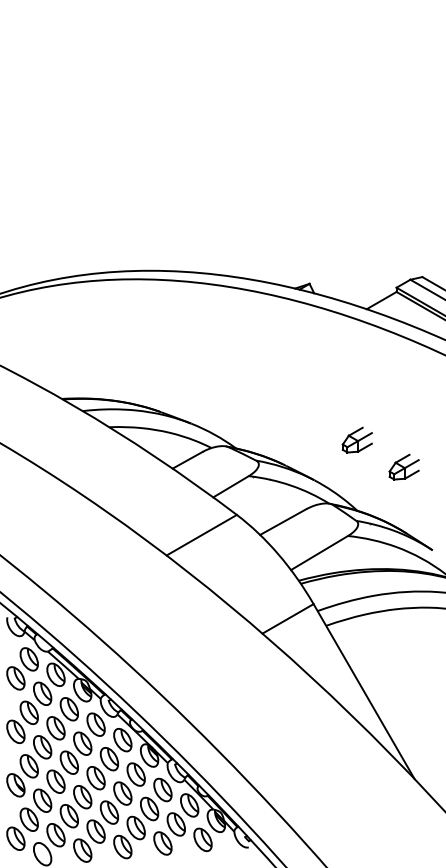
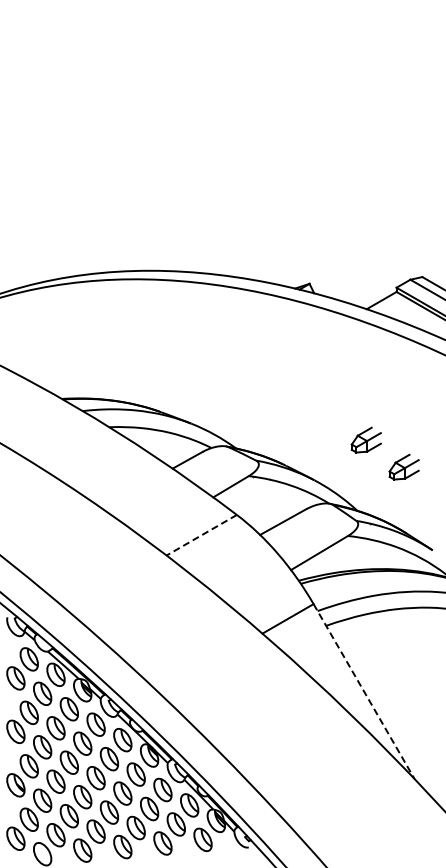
part at (356, 439) position: (356, 439) -> (365, 439)
line at (201, 535): solid -> dashed
line at (364, 692): solid -> dashed
